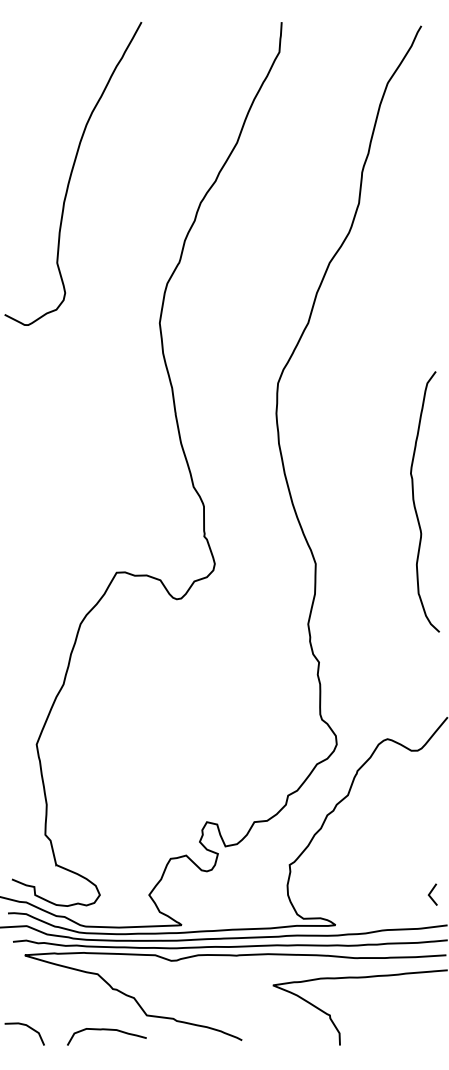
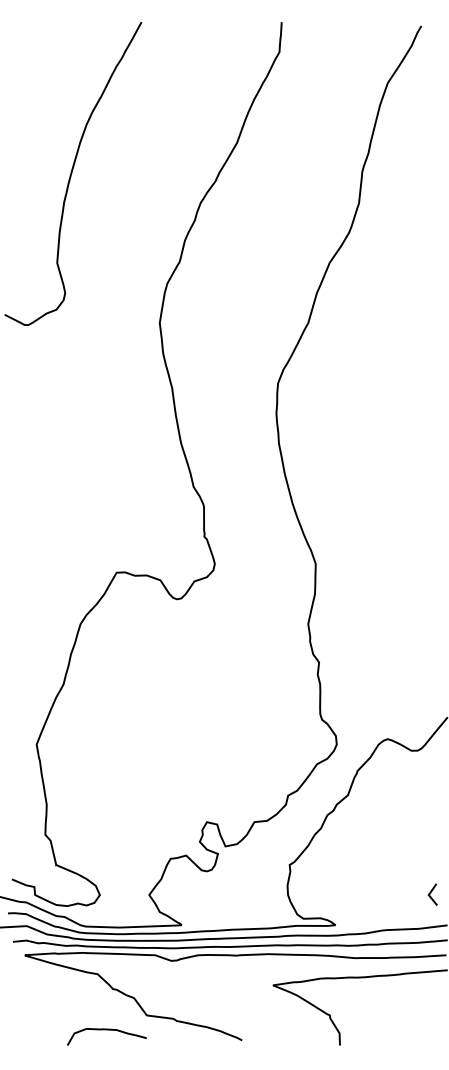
curve at (415, 504): present -> none
line at (29, 1028): present -> none
